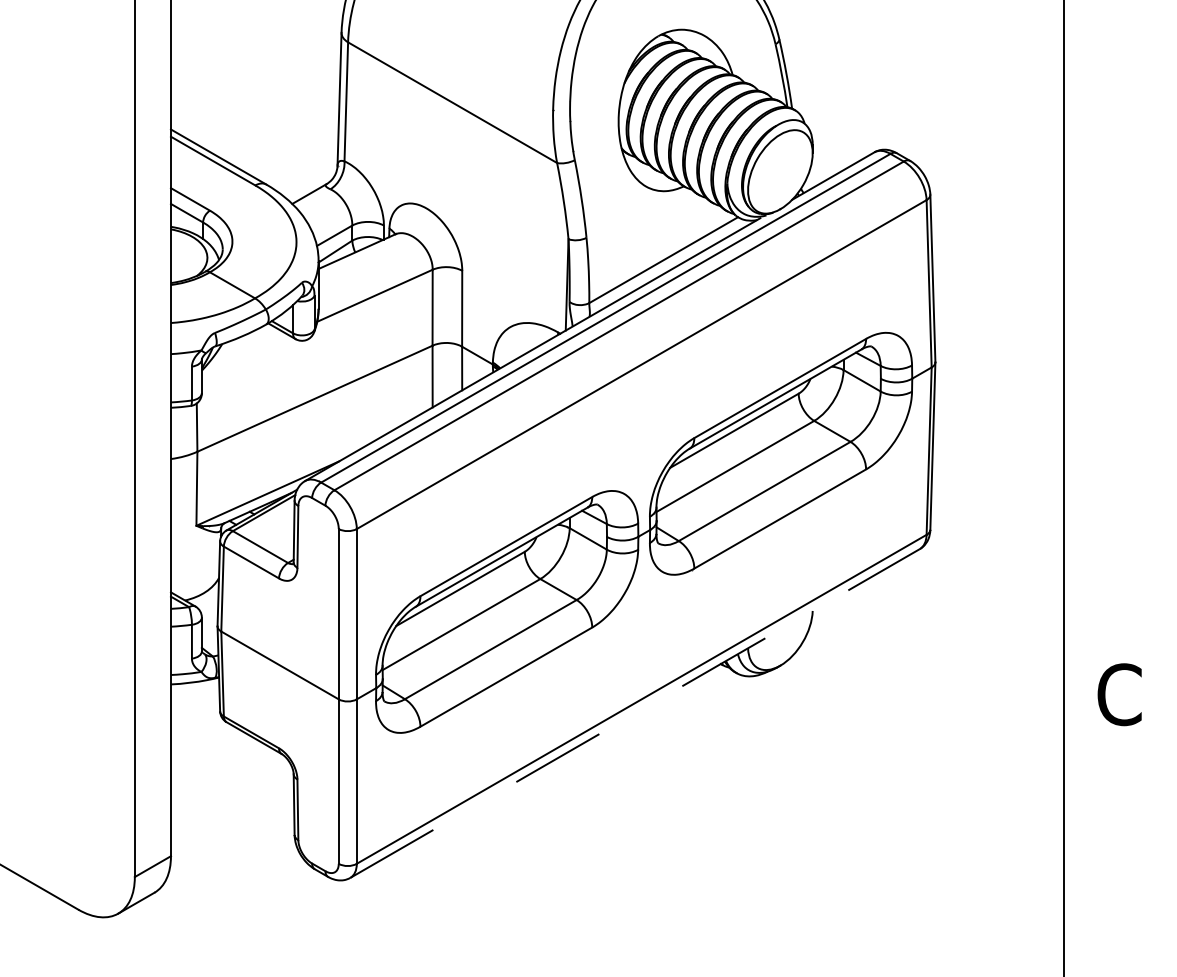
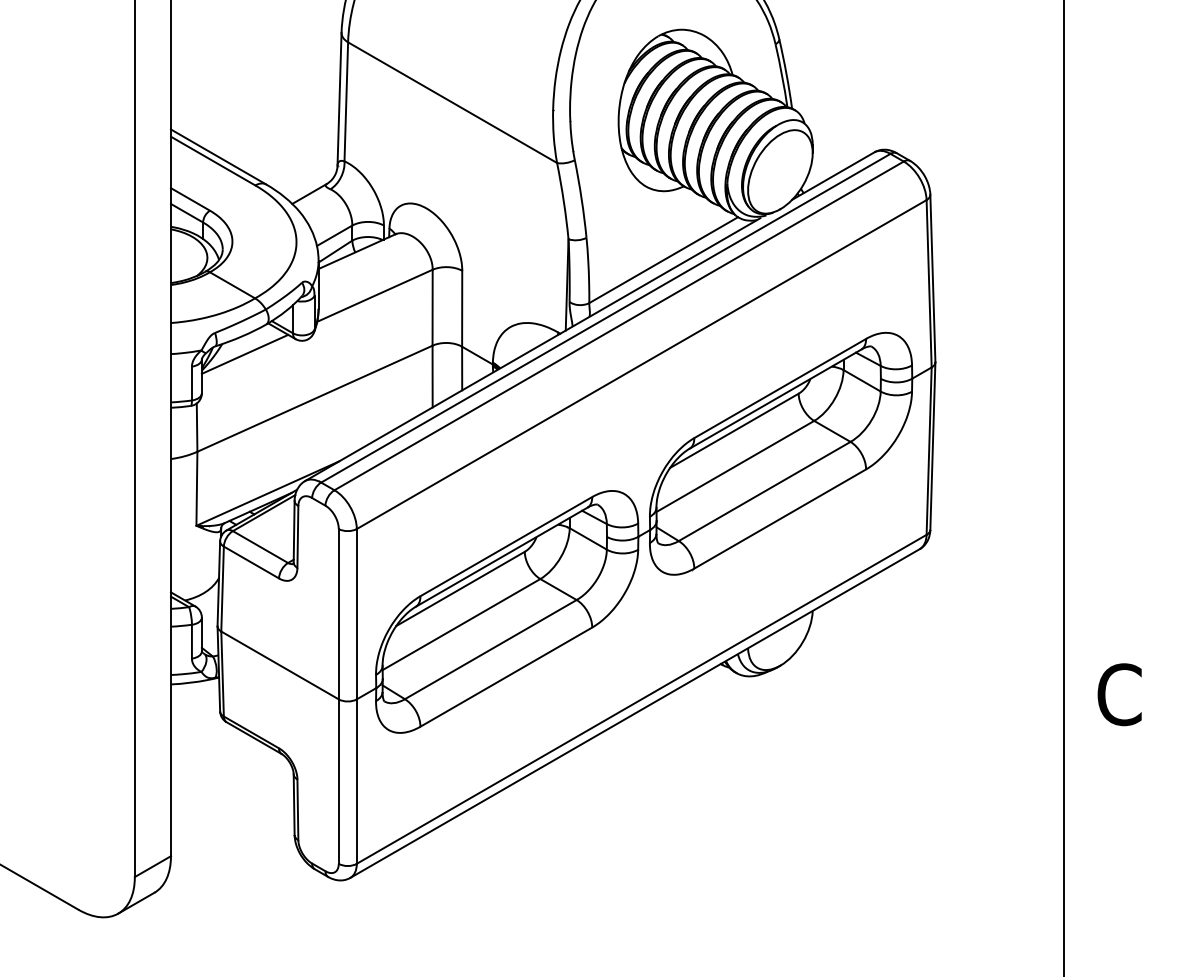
line at (244, 353): none -> present
line at (635, 713): dashed -> solid
